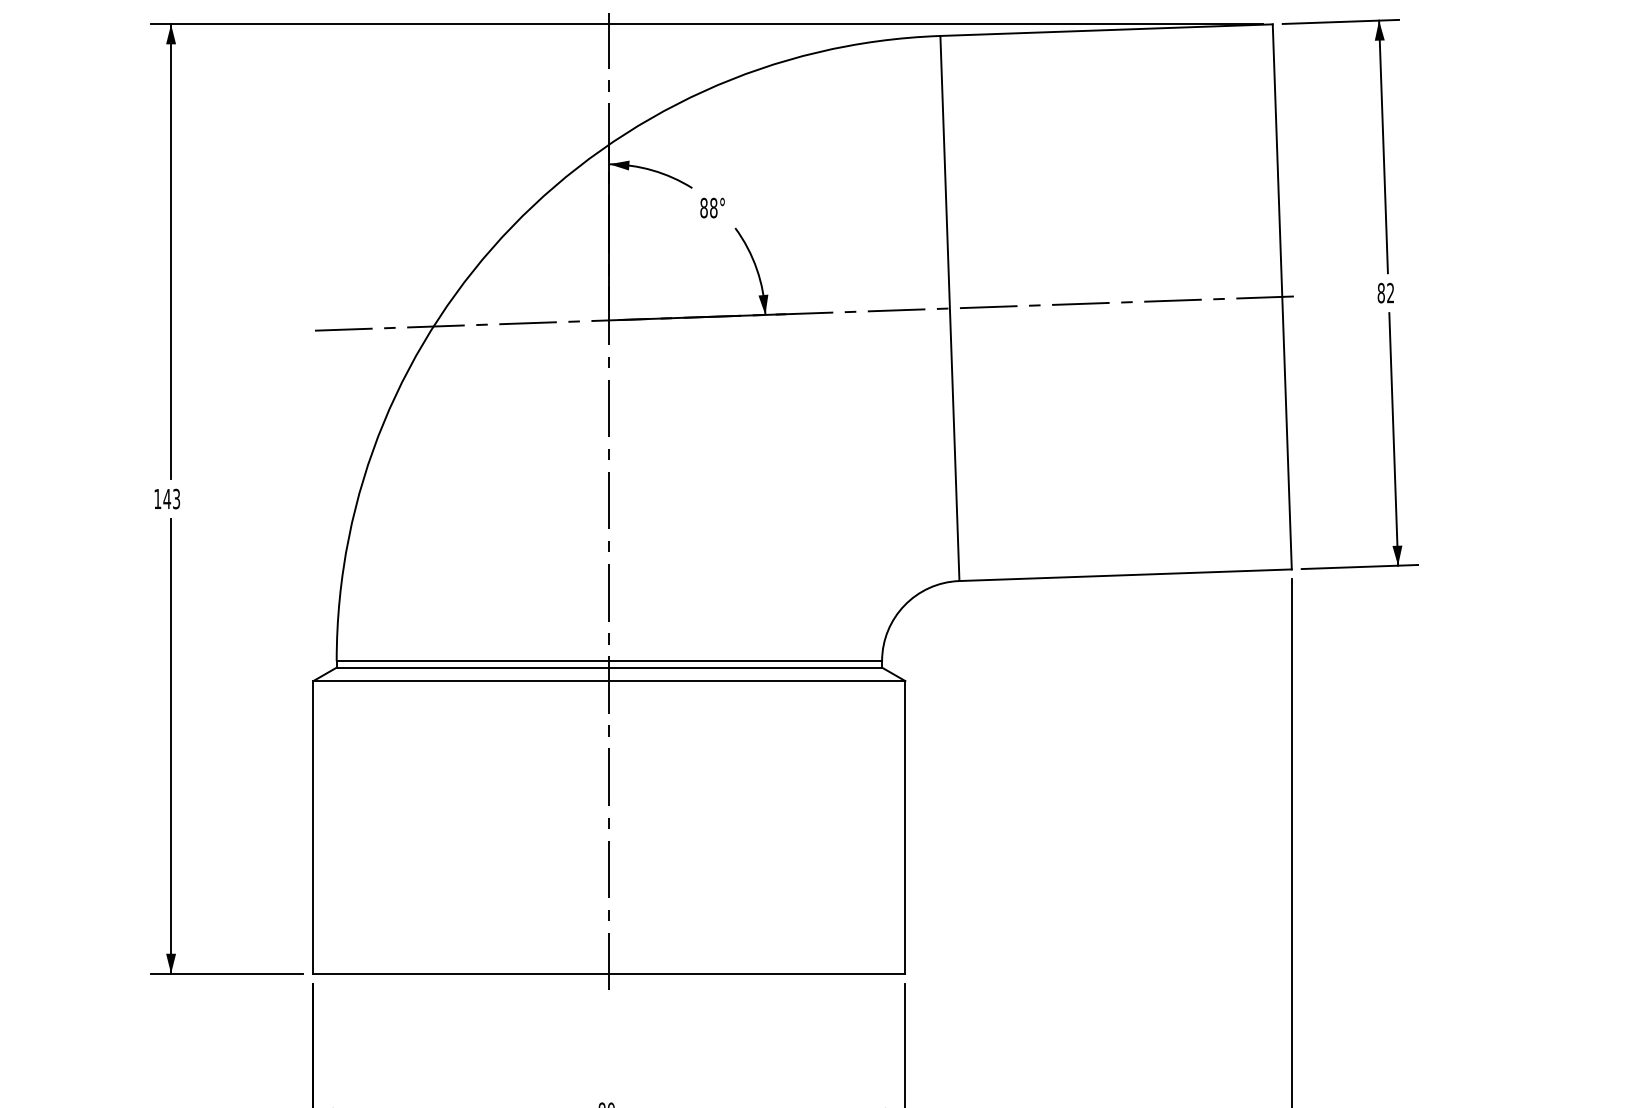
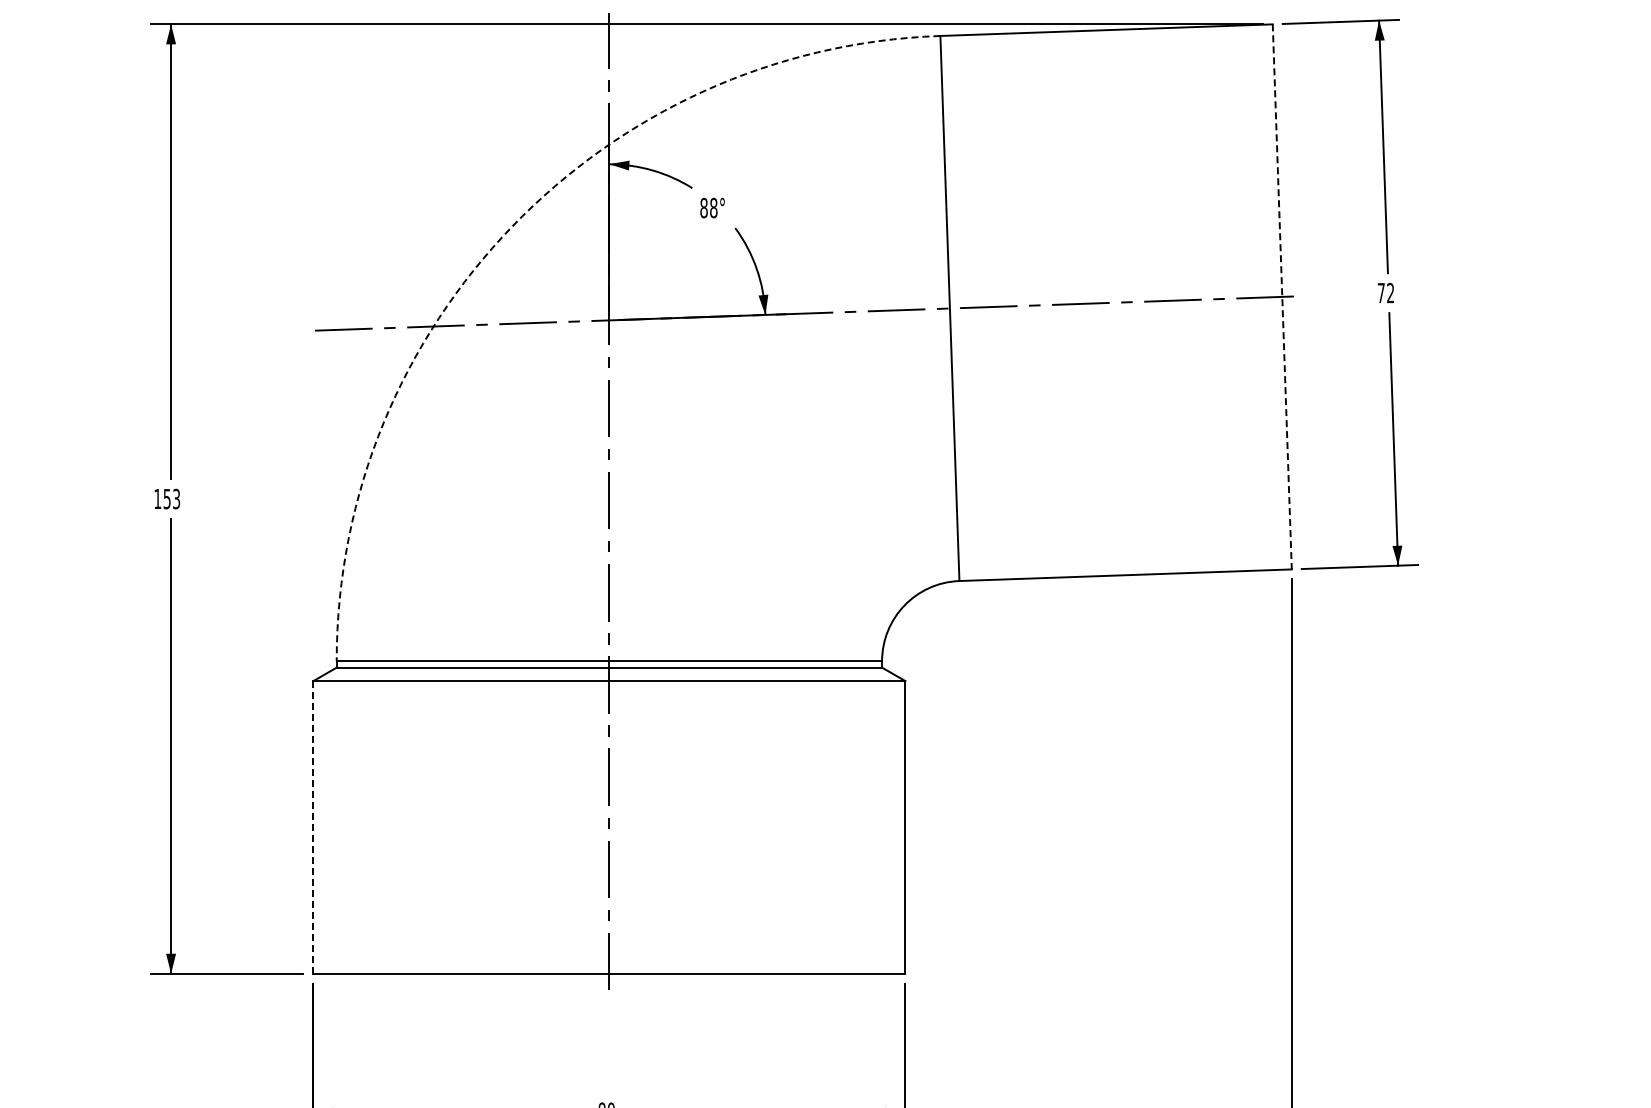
arc at (512, 226): solid -> dashed
text at (1380, 292): 82 -> 72
line at (1282, 296): solid -> dashed
text at (167, 499): 143 -> 153
line at (313, 827): solid -> dashed
